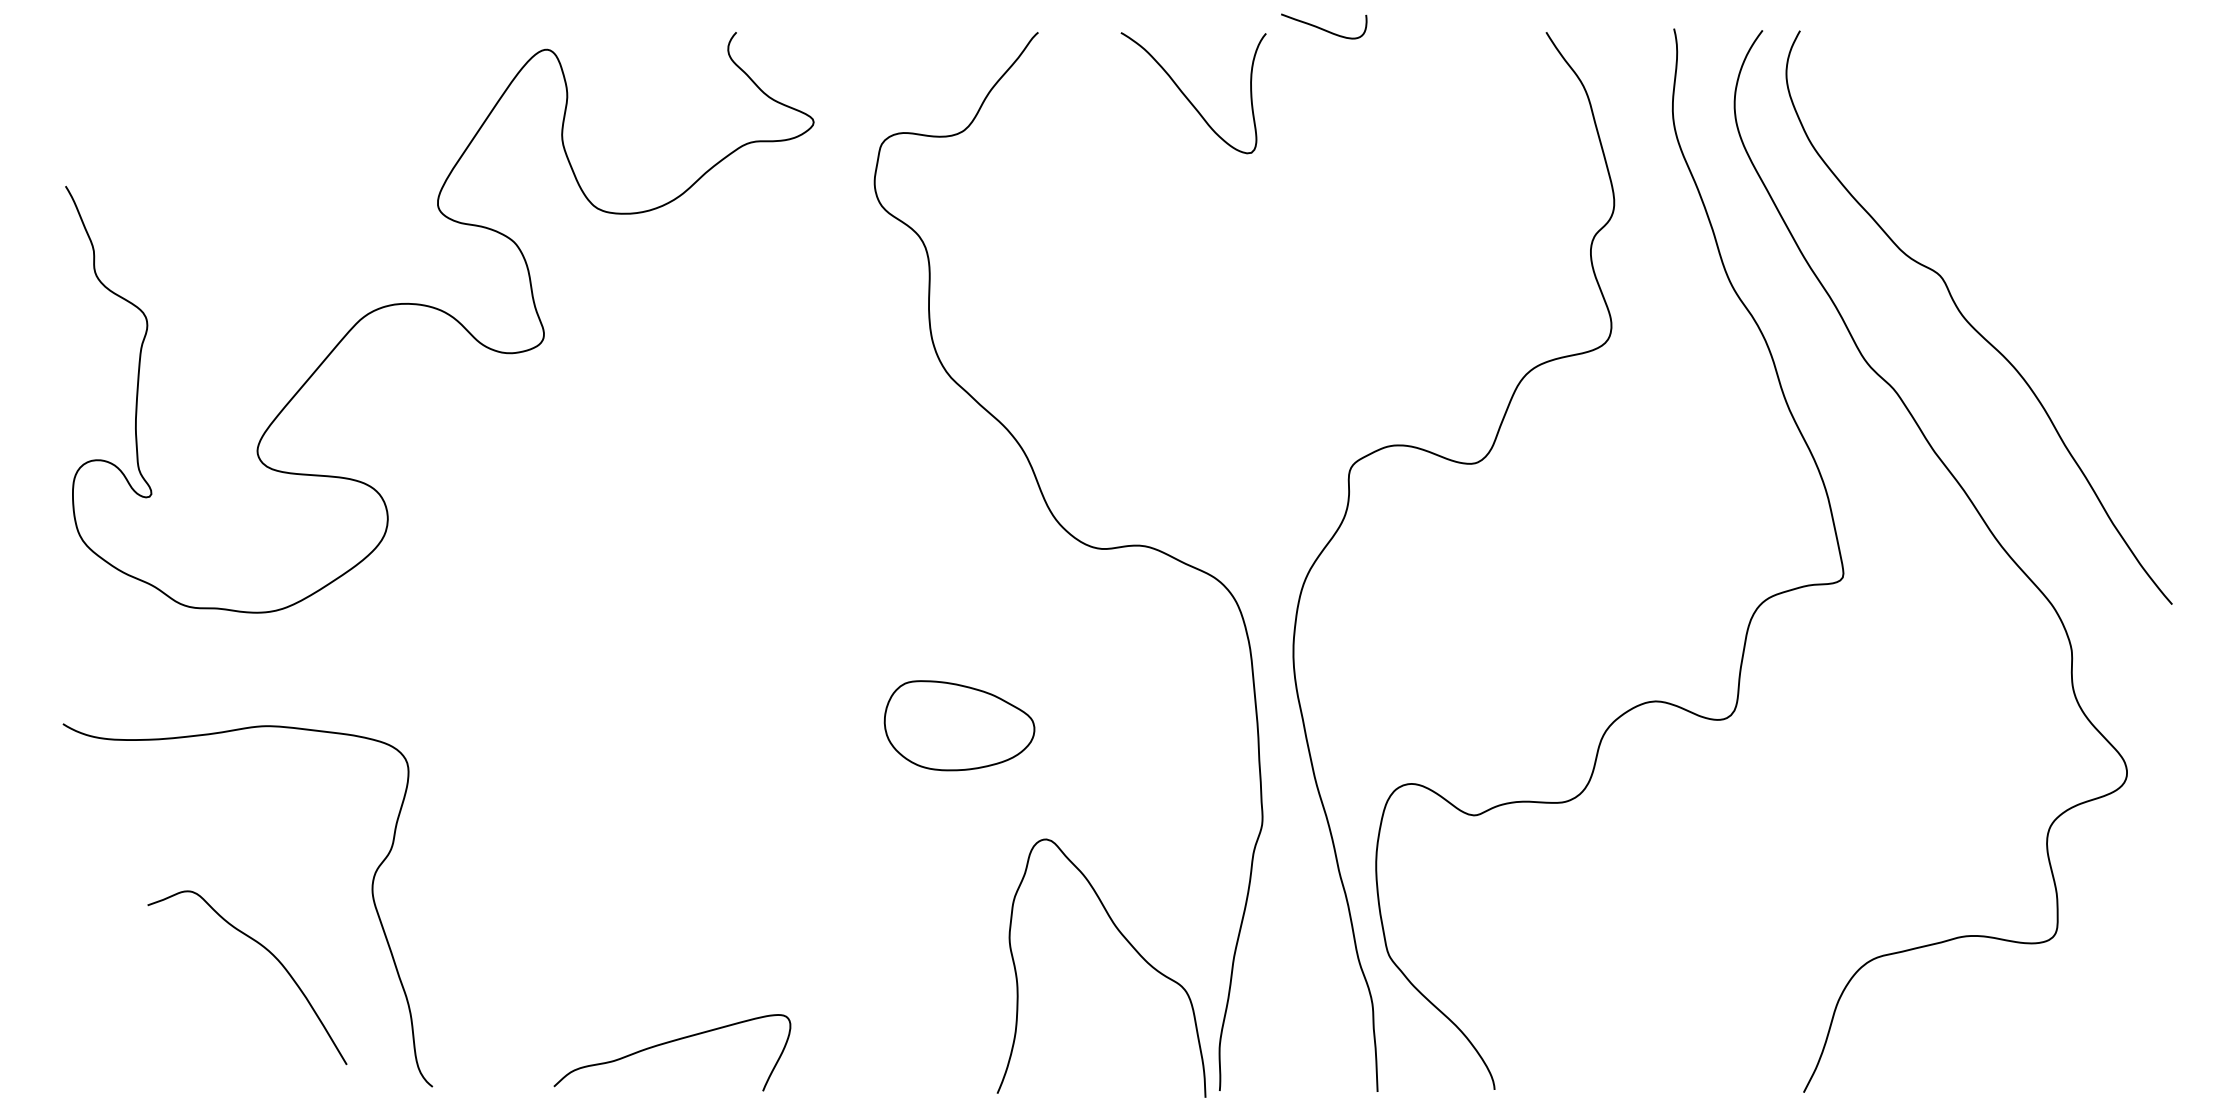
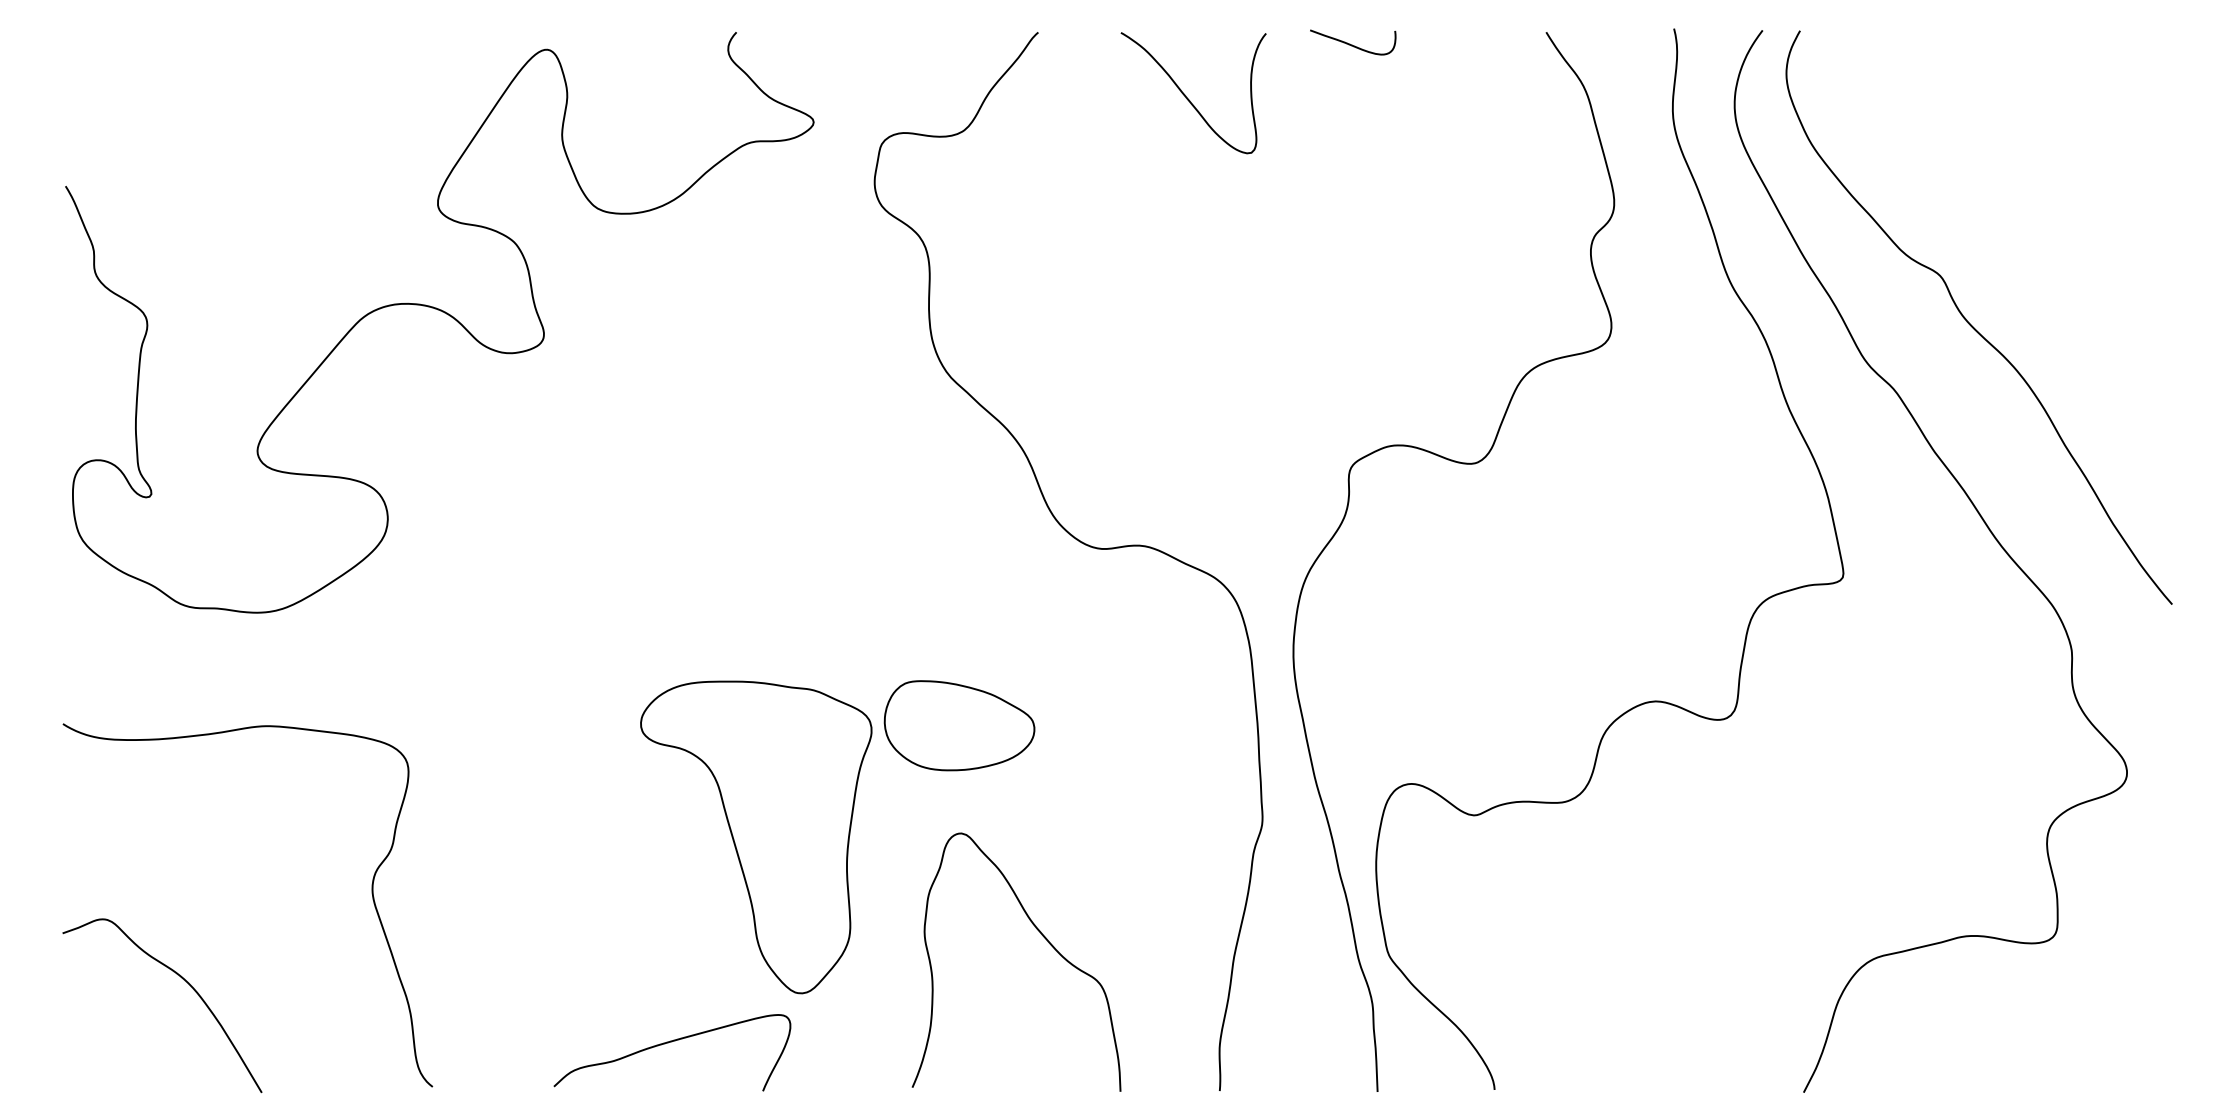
curve at (1323, 28) position: (1323, 28) -> (1352, 44)
part at (756, 837): none -> present
curve at (1126, 941) position: (1126, 941) -> (1041, 935)
curve at (267, 951) position: (267, 951) -> (182, 979)
